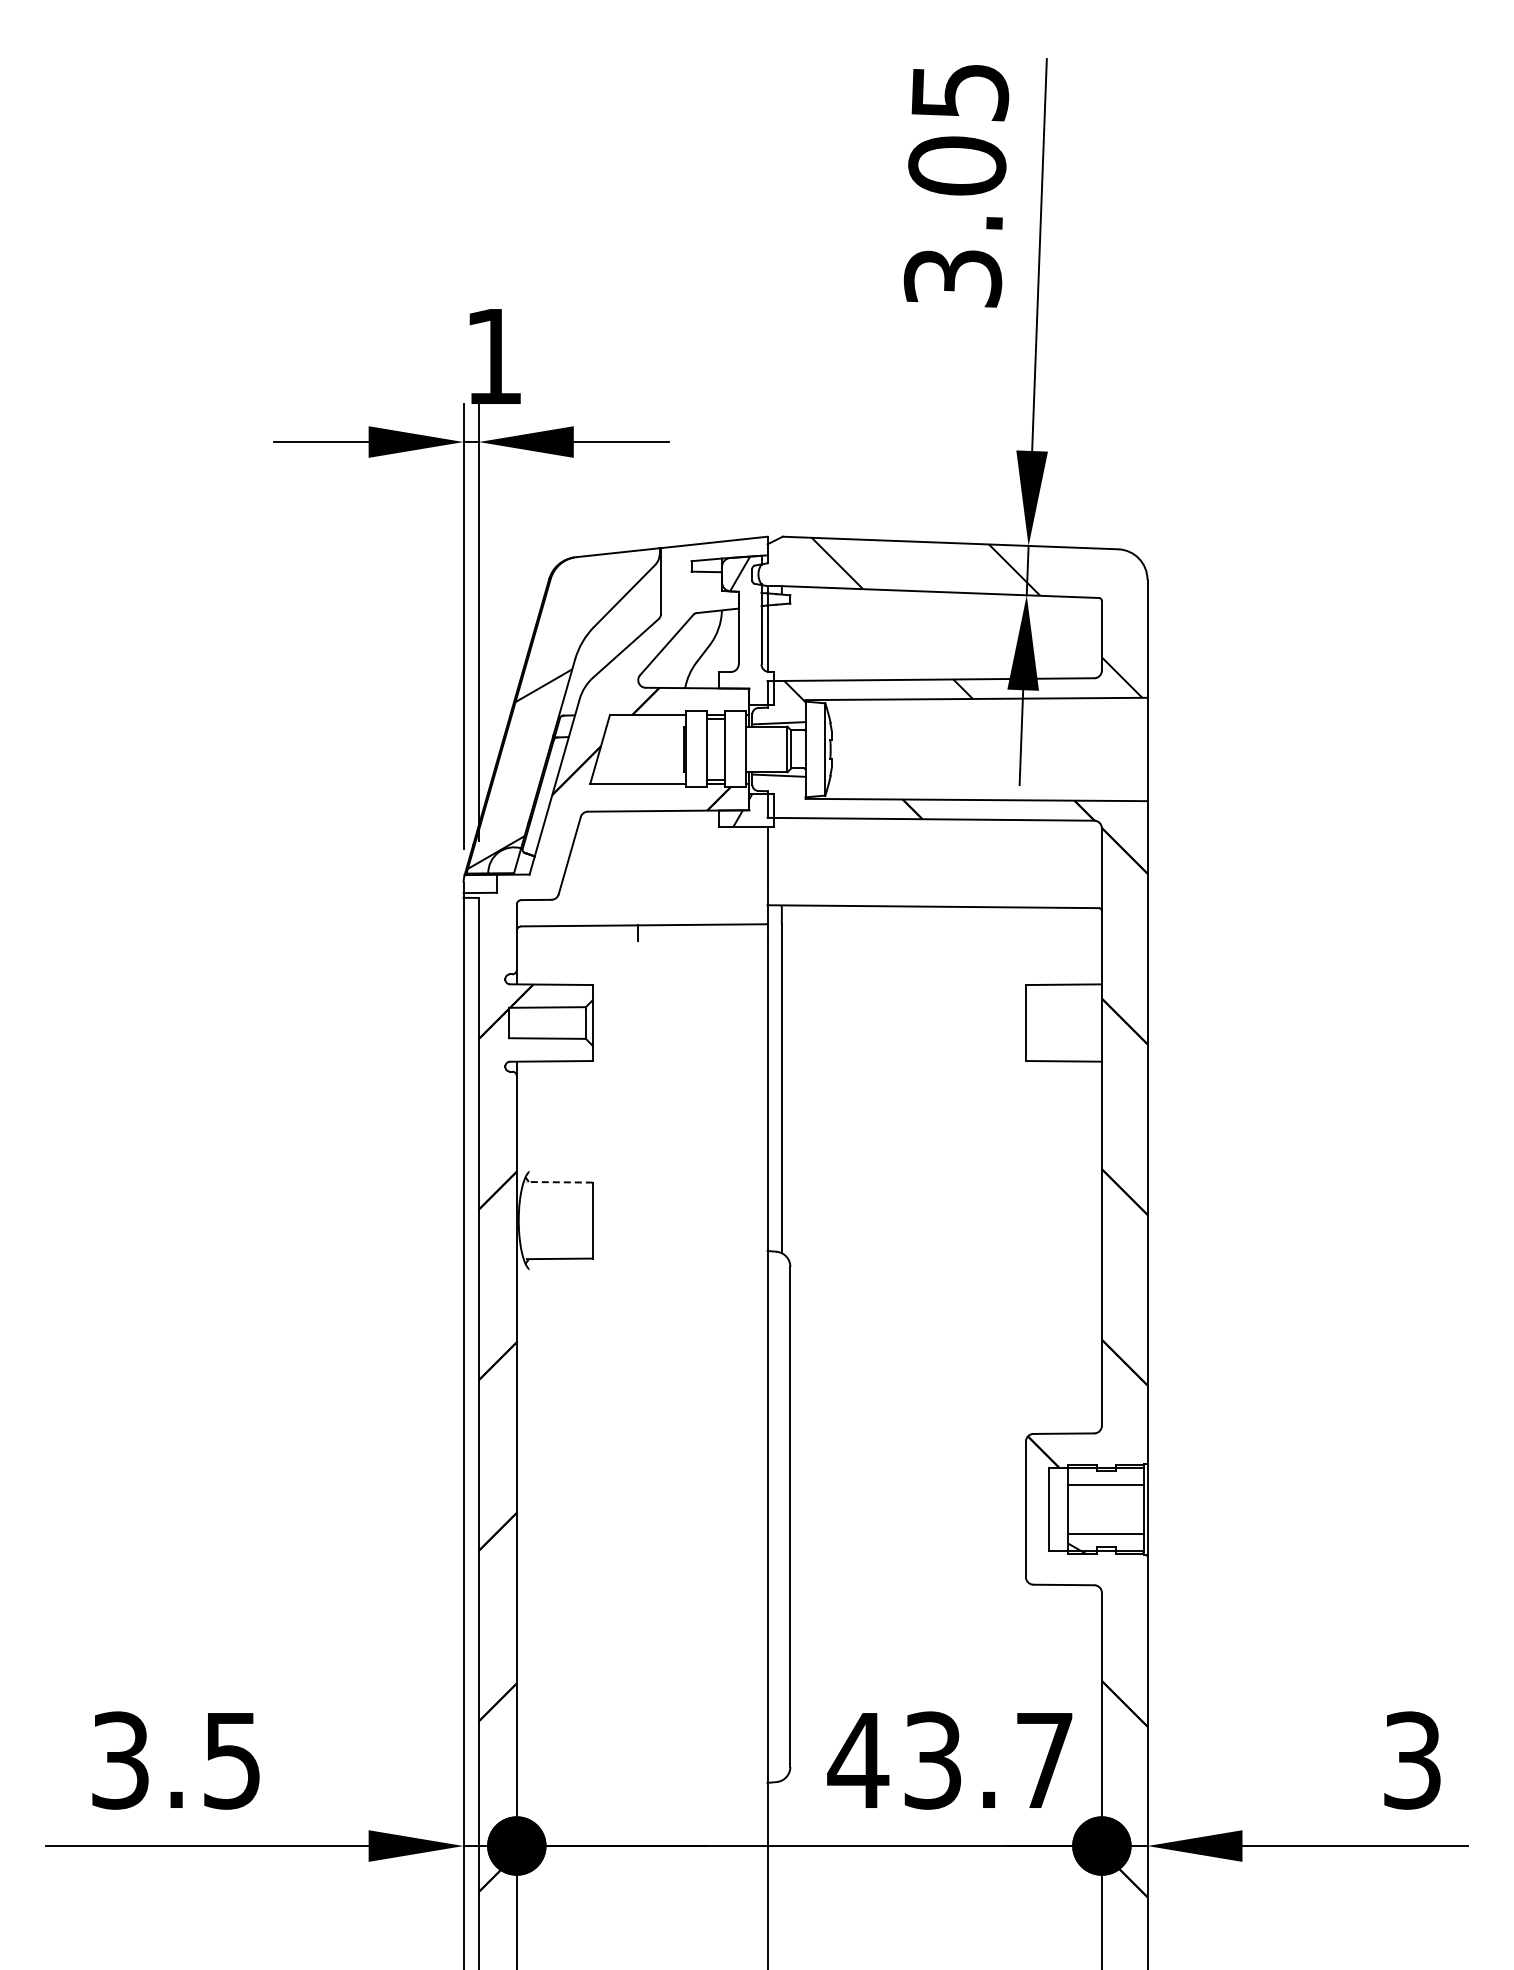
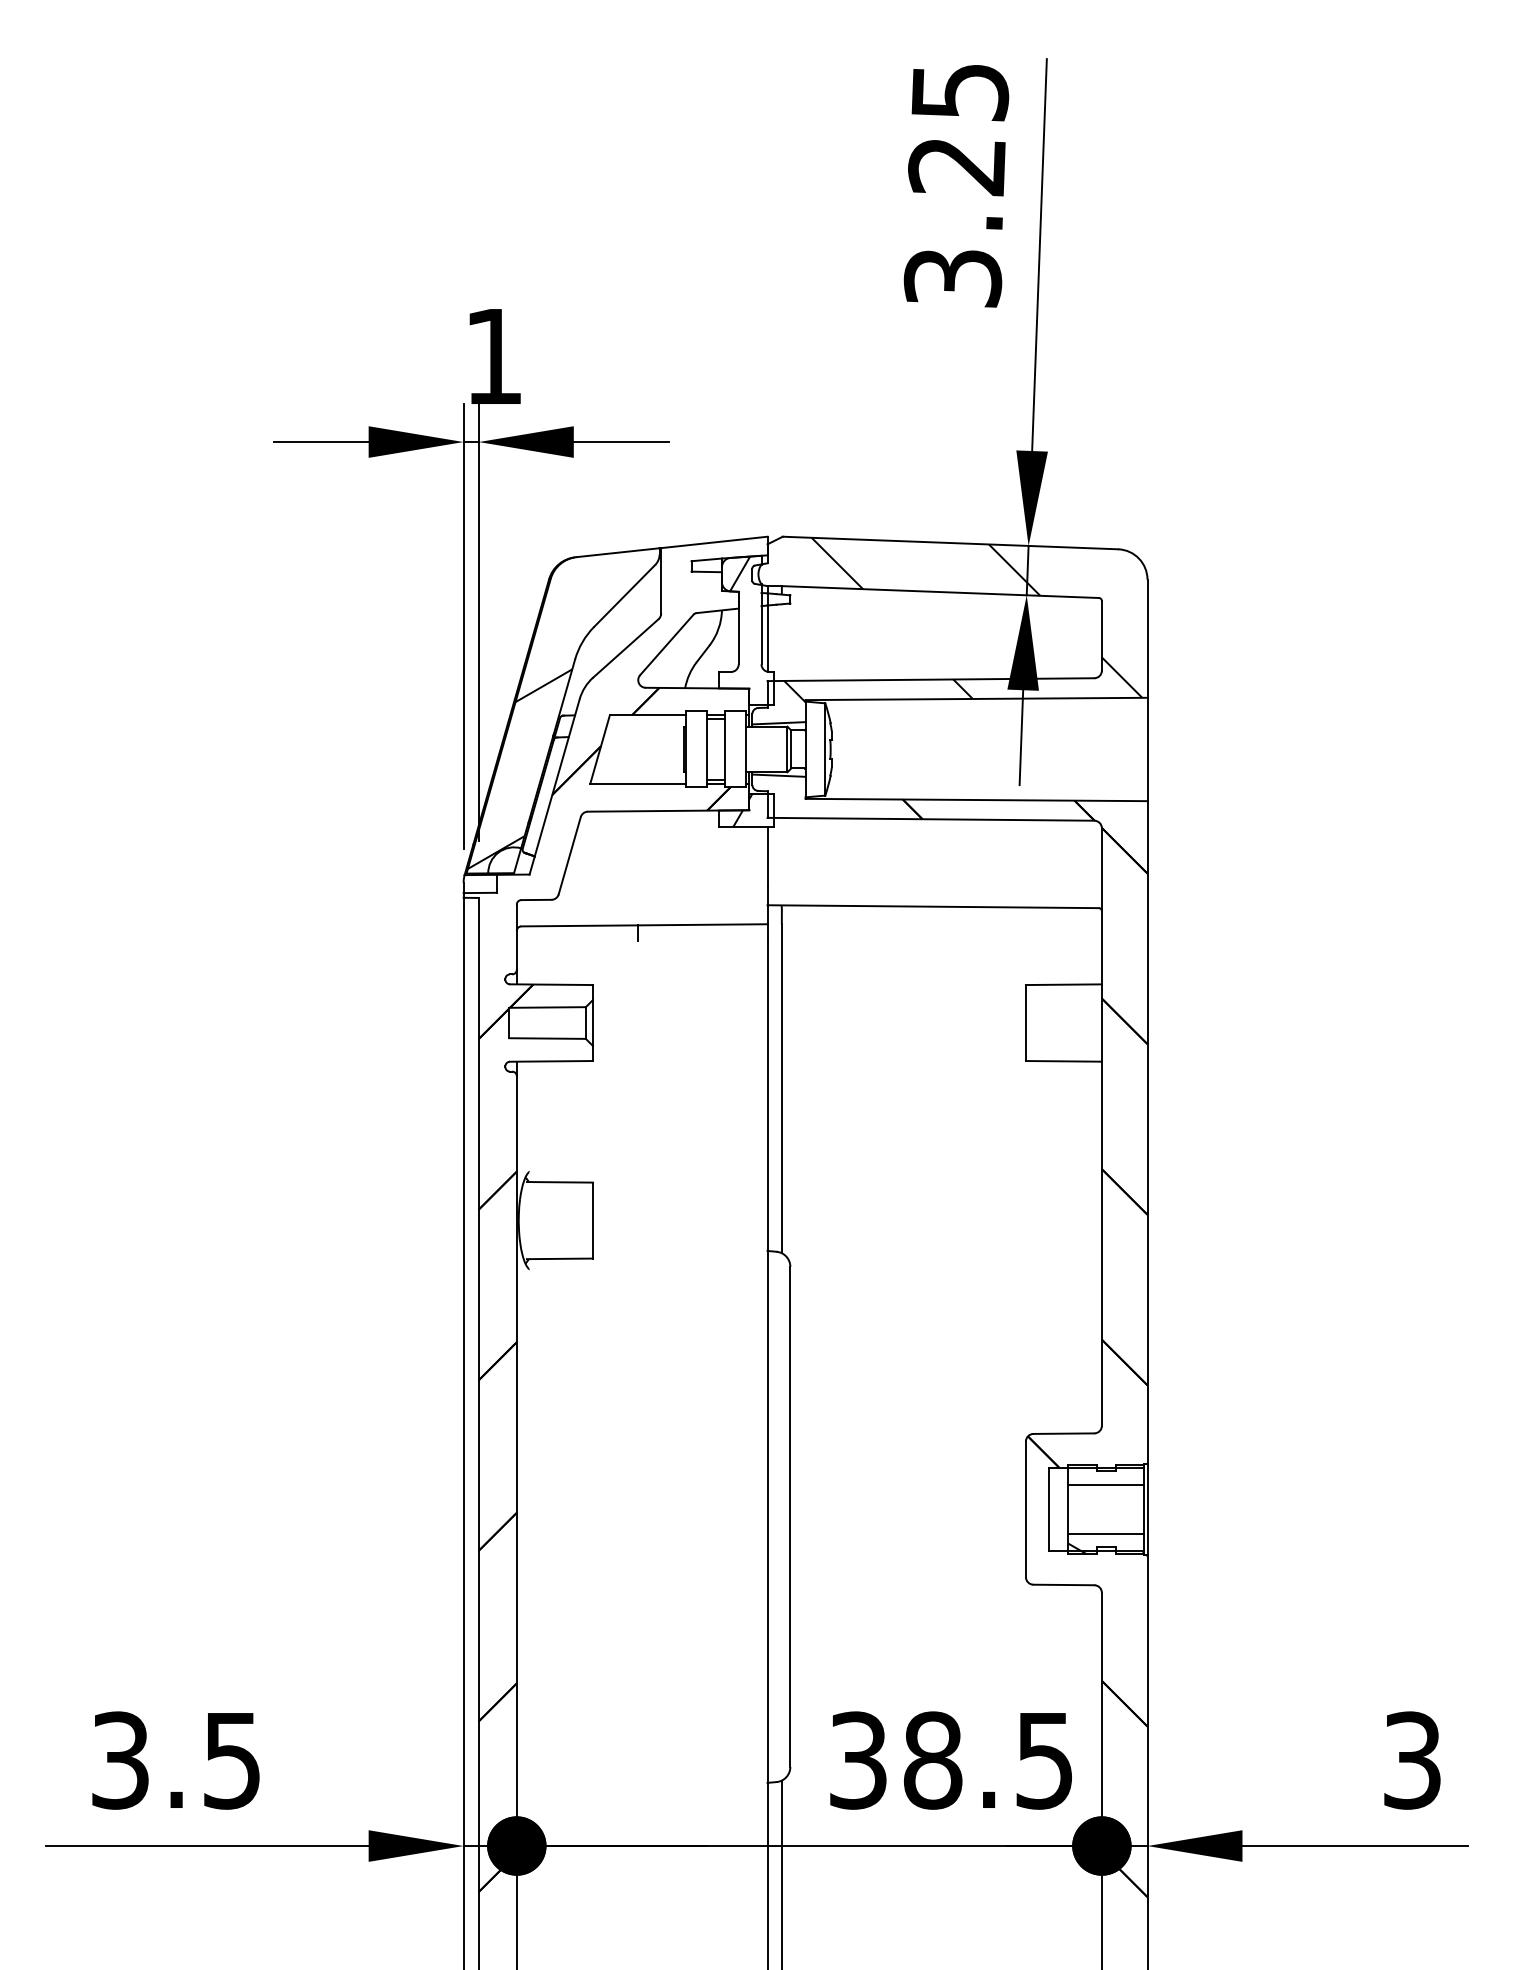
text at (957, 166): 3.05 -> 3.25
line at (559, 1182): dashed -> solid
text at (949, 1760): 43.7 -> 38.5
line at (781, 1873): none -> present
